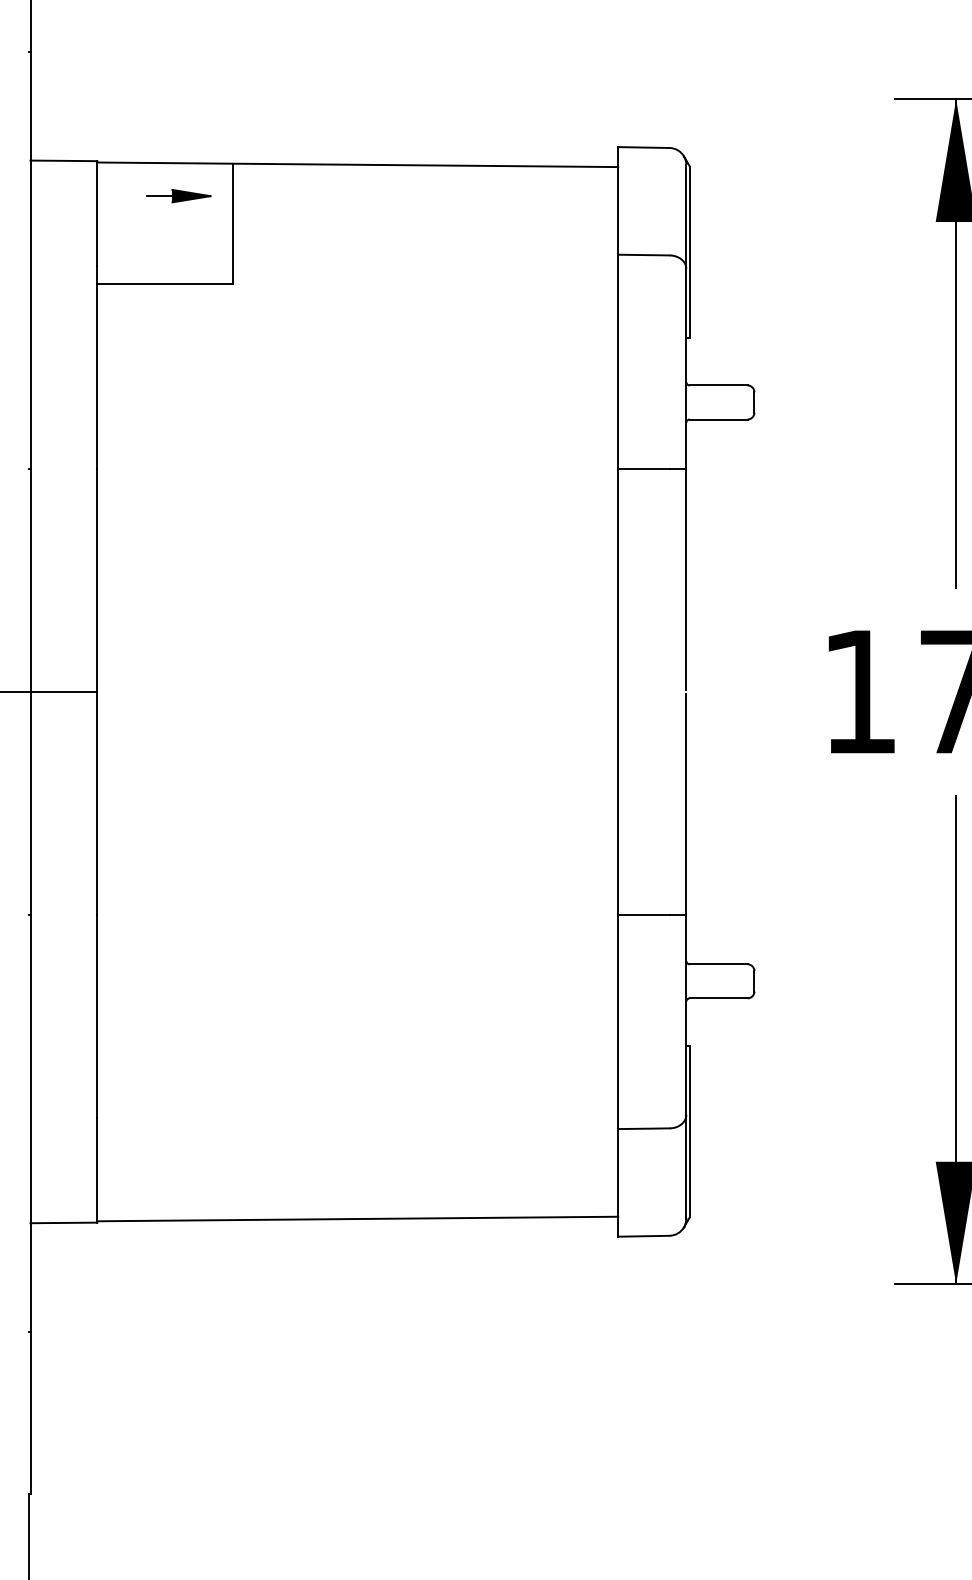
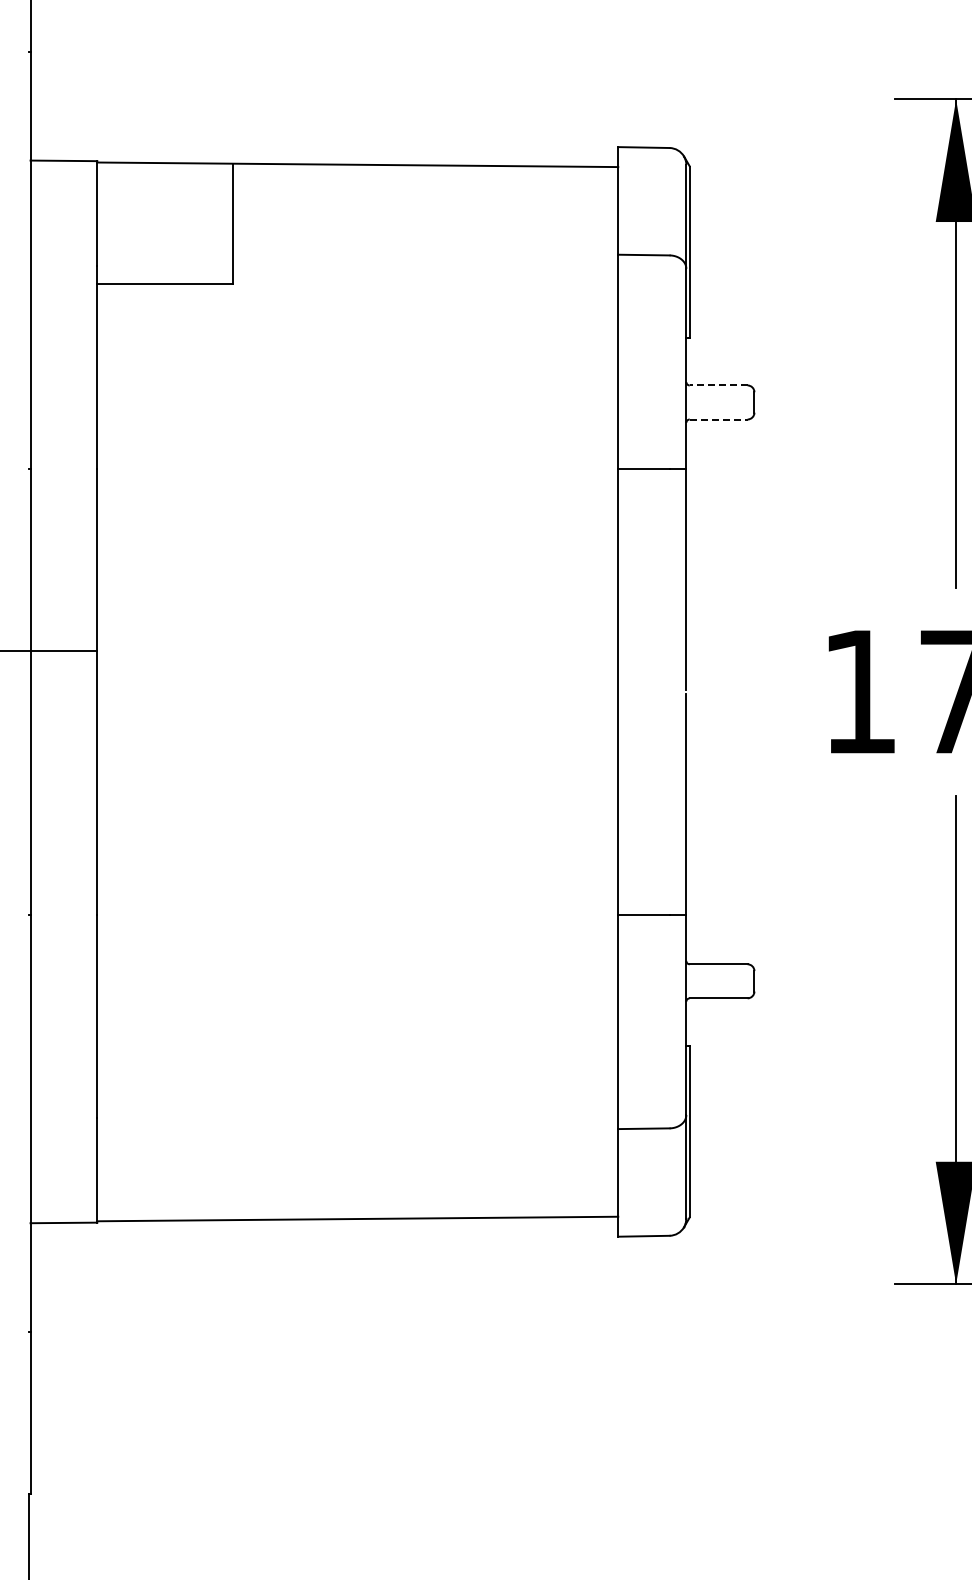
part at (178, 196): present -> none
line at (718, 385): solid -> dashed
line at (718, 419): solid -> dashed
line at (49, 691) position: (49, 691) -> (49, 650)
